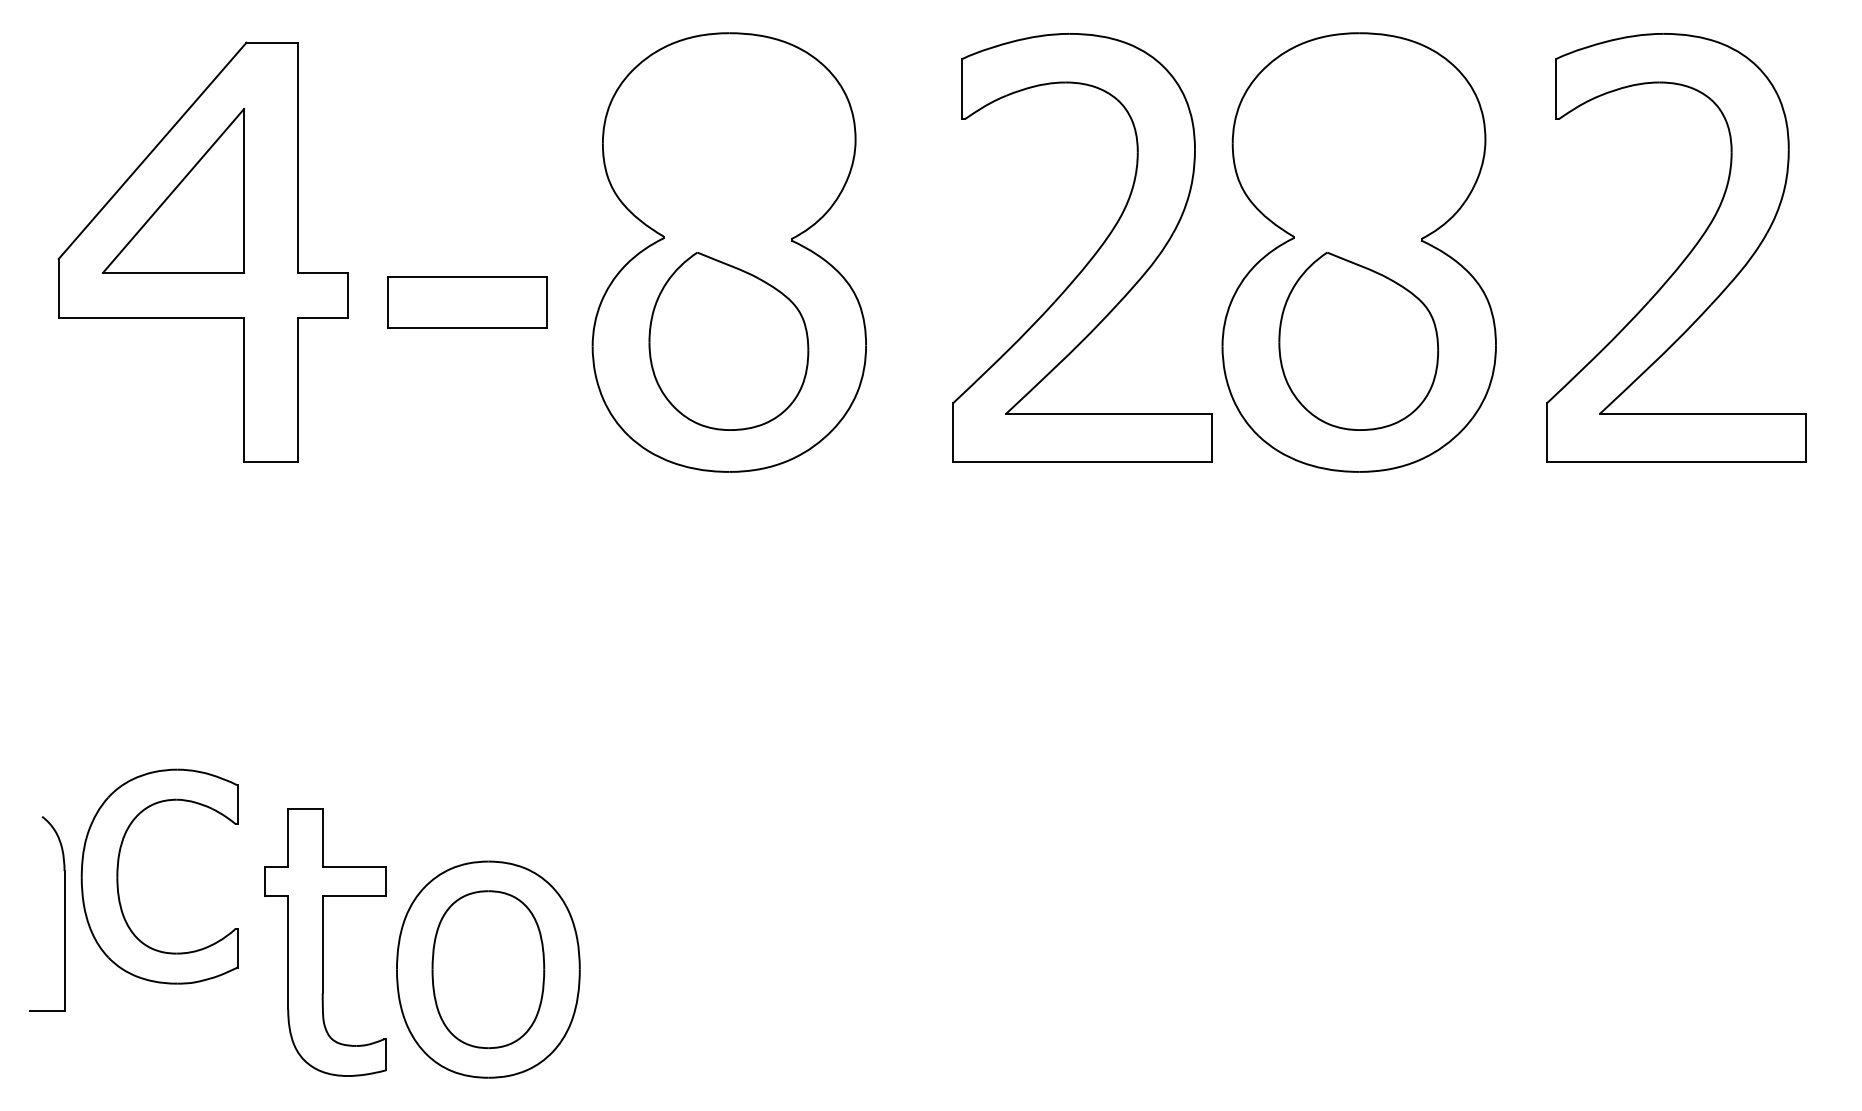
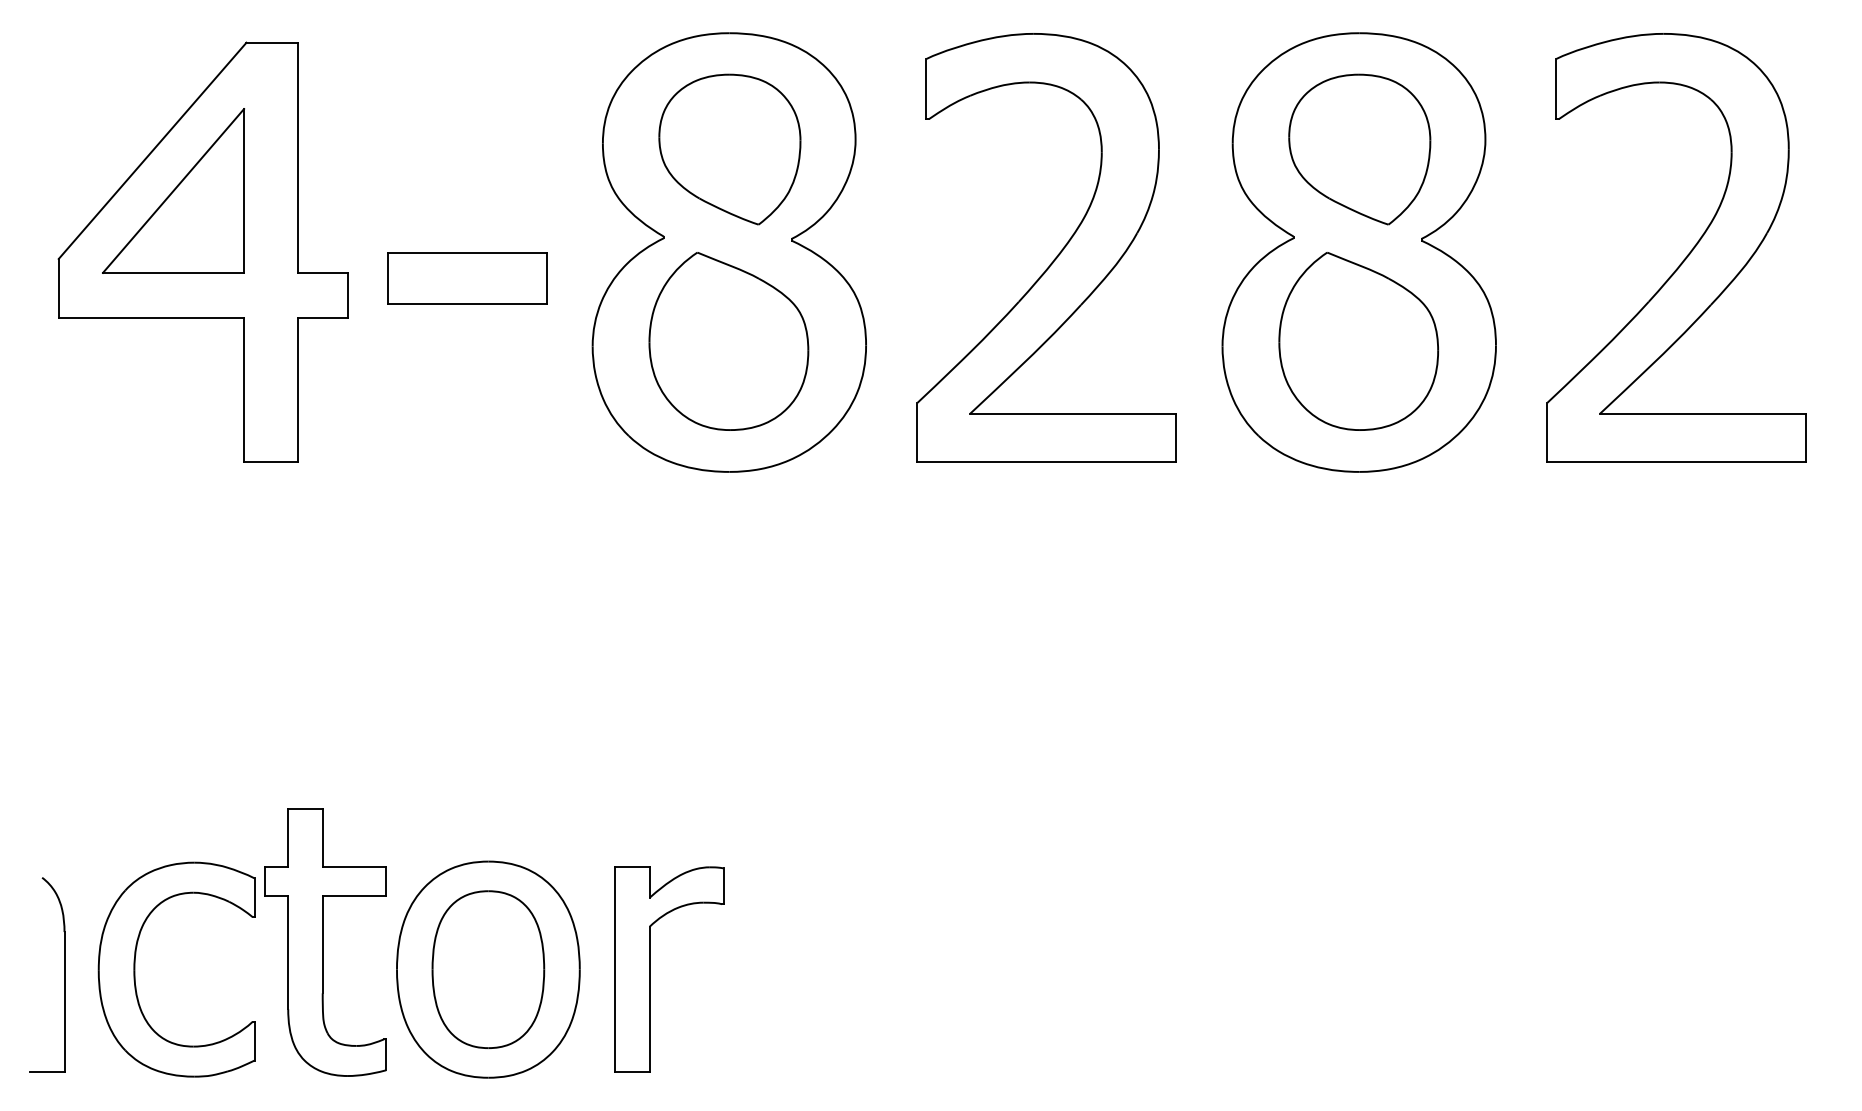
part at (729, 149): none -> present
part at (1359, 149): none -> present
part at (1093, 254) position: (1093, 254) -> (1057, 254)
part at (467, 302) position: (467, 302) -> (467, 278)
part at (118, 876) position: (118, 876) -> (135, 969)
part at (64, 913) position: (64, 913) -> (64, 974)
part at (650, 969): none -> present
